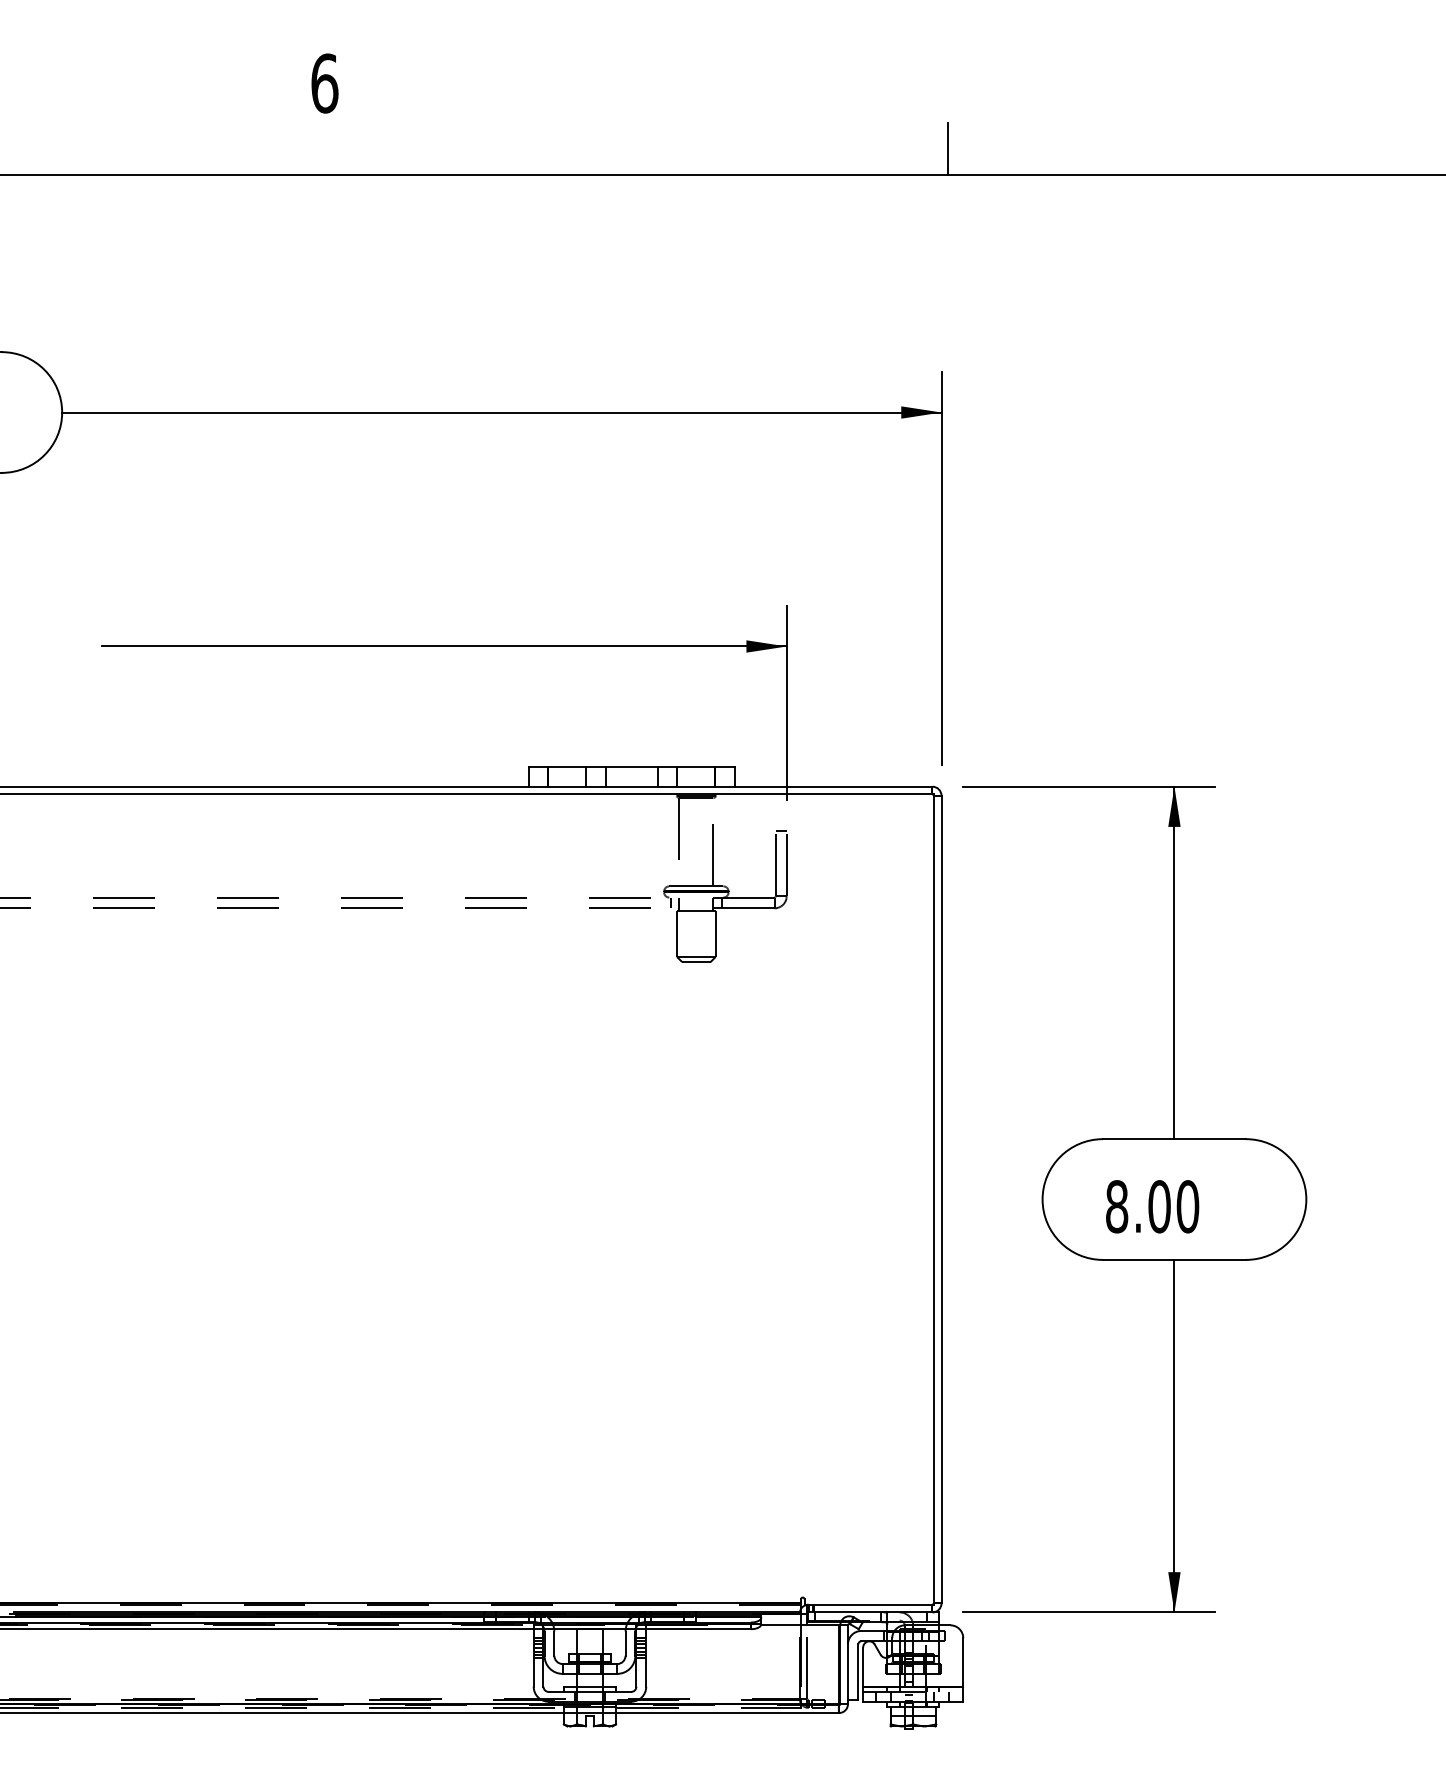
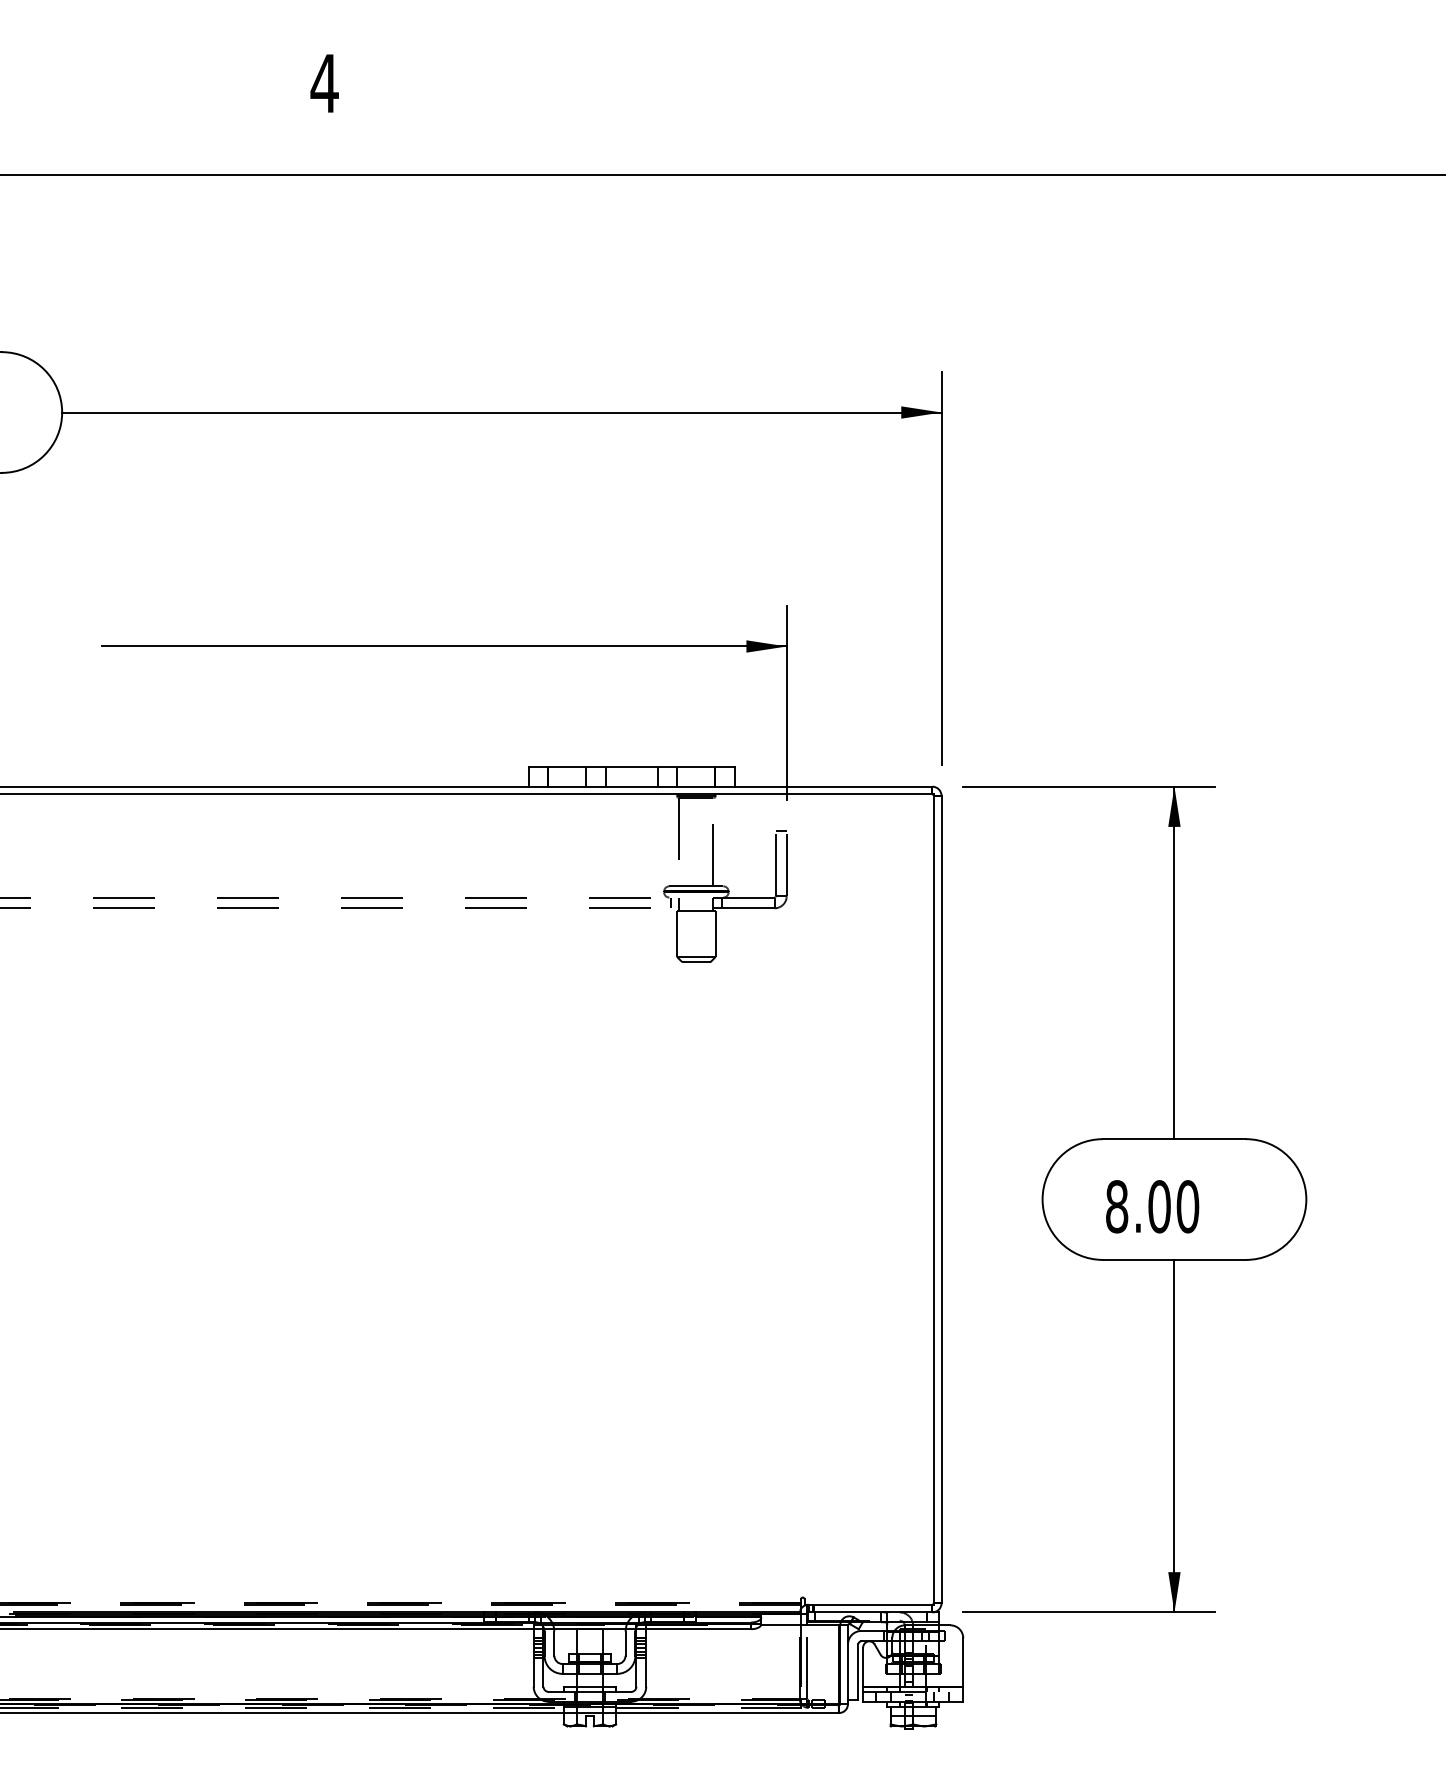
text at (324, 83): 6 -> 4
line at (947, 148): present -> none
line at (401, 1603): solid -> dashed
